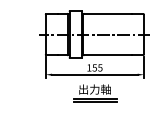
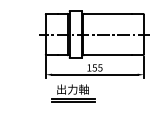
part at (95, 93) position: (95, 93) -> (73, 93)
